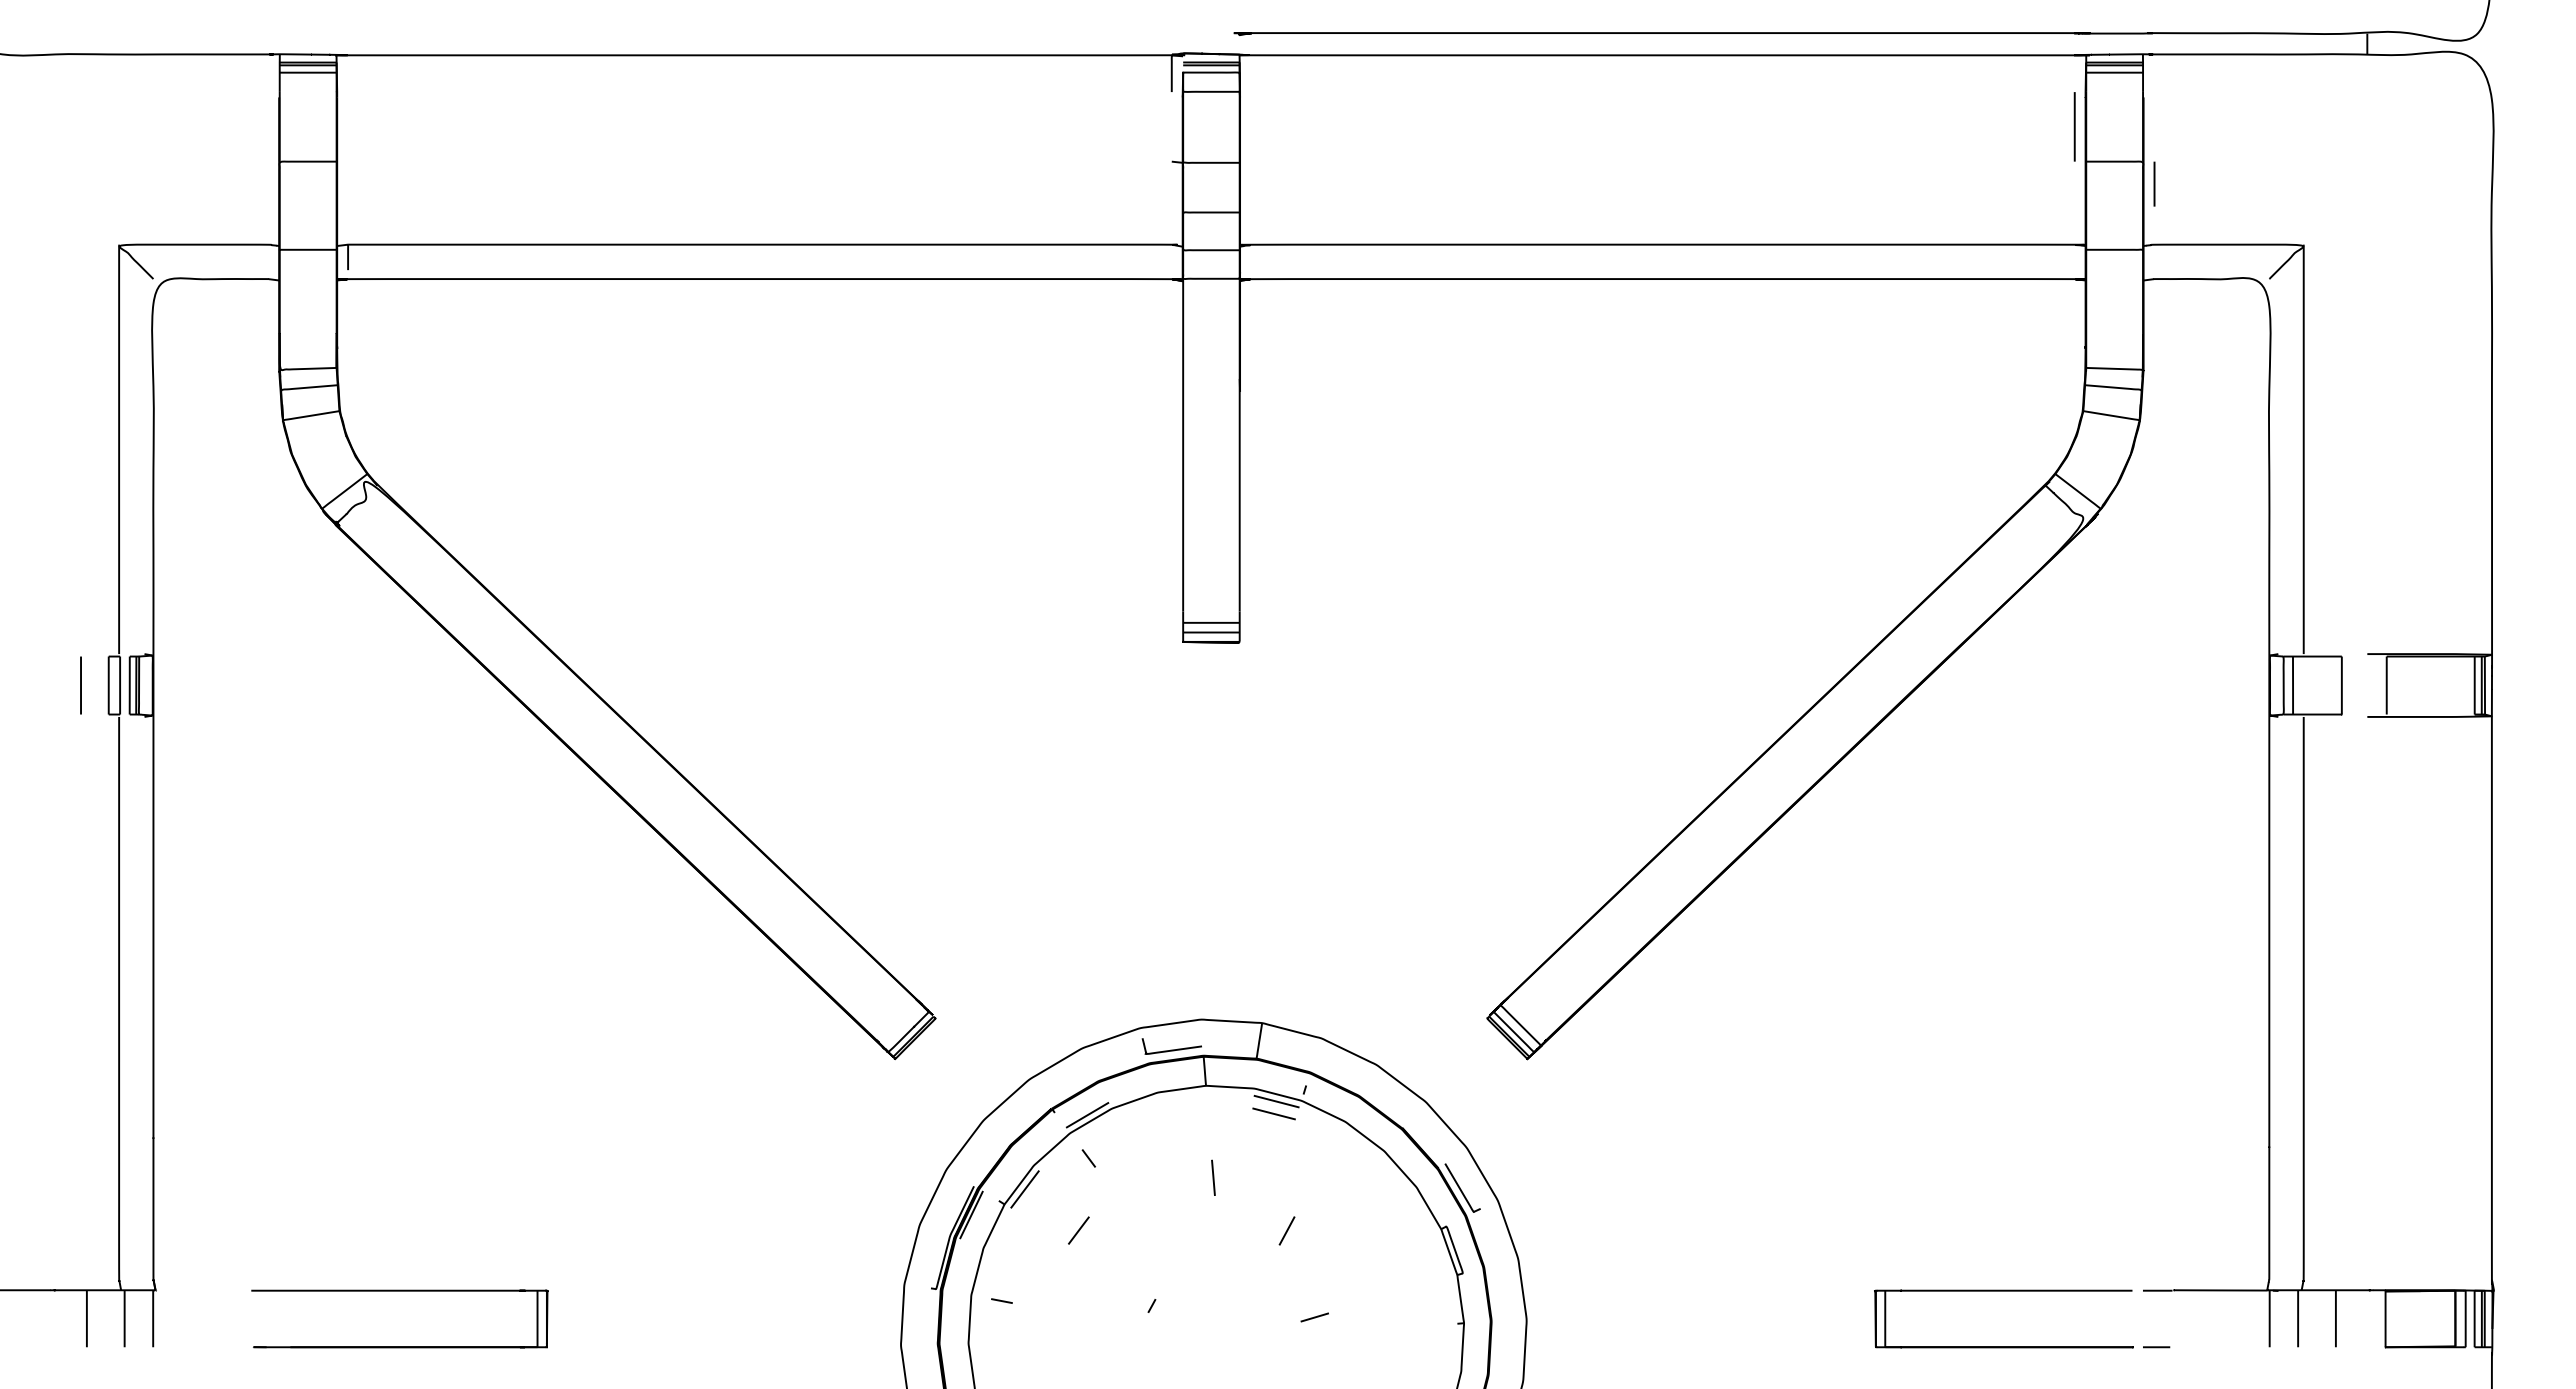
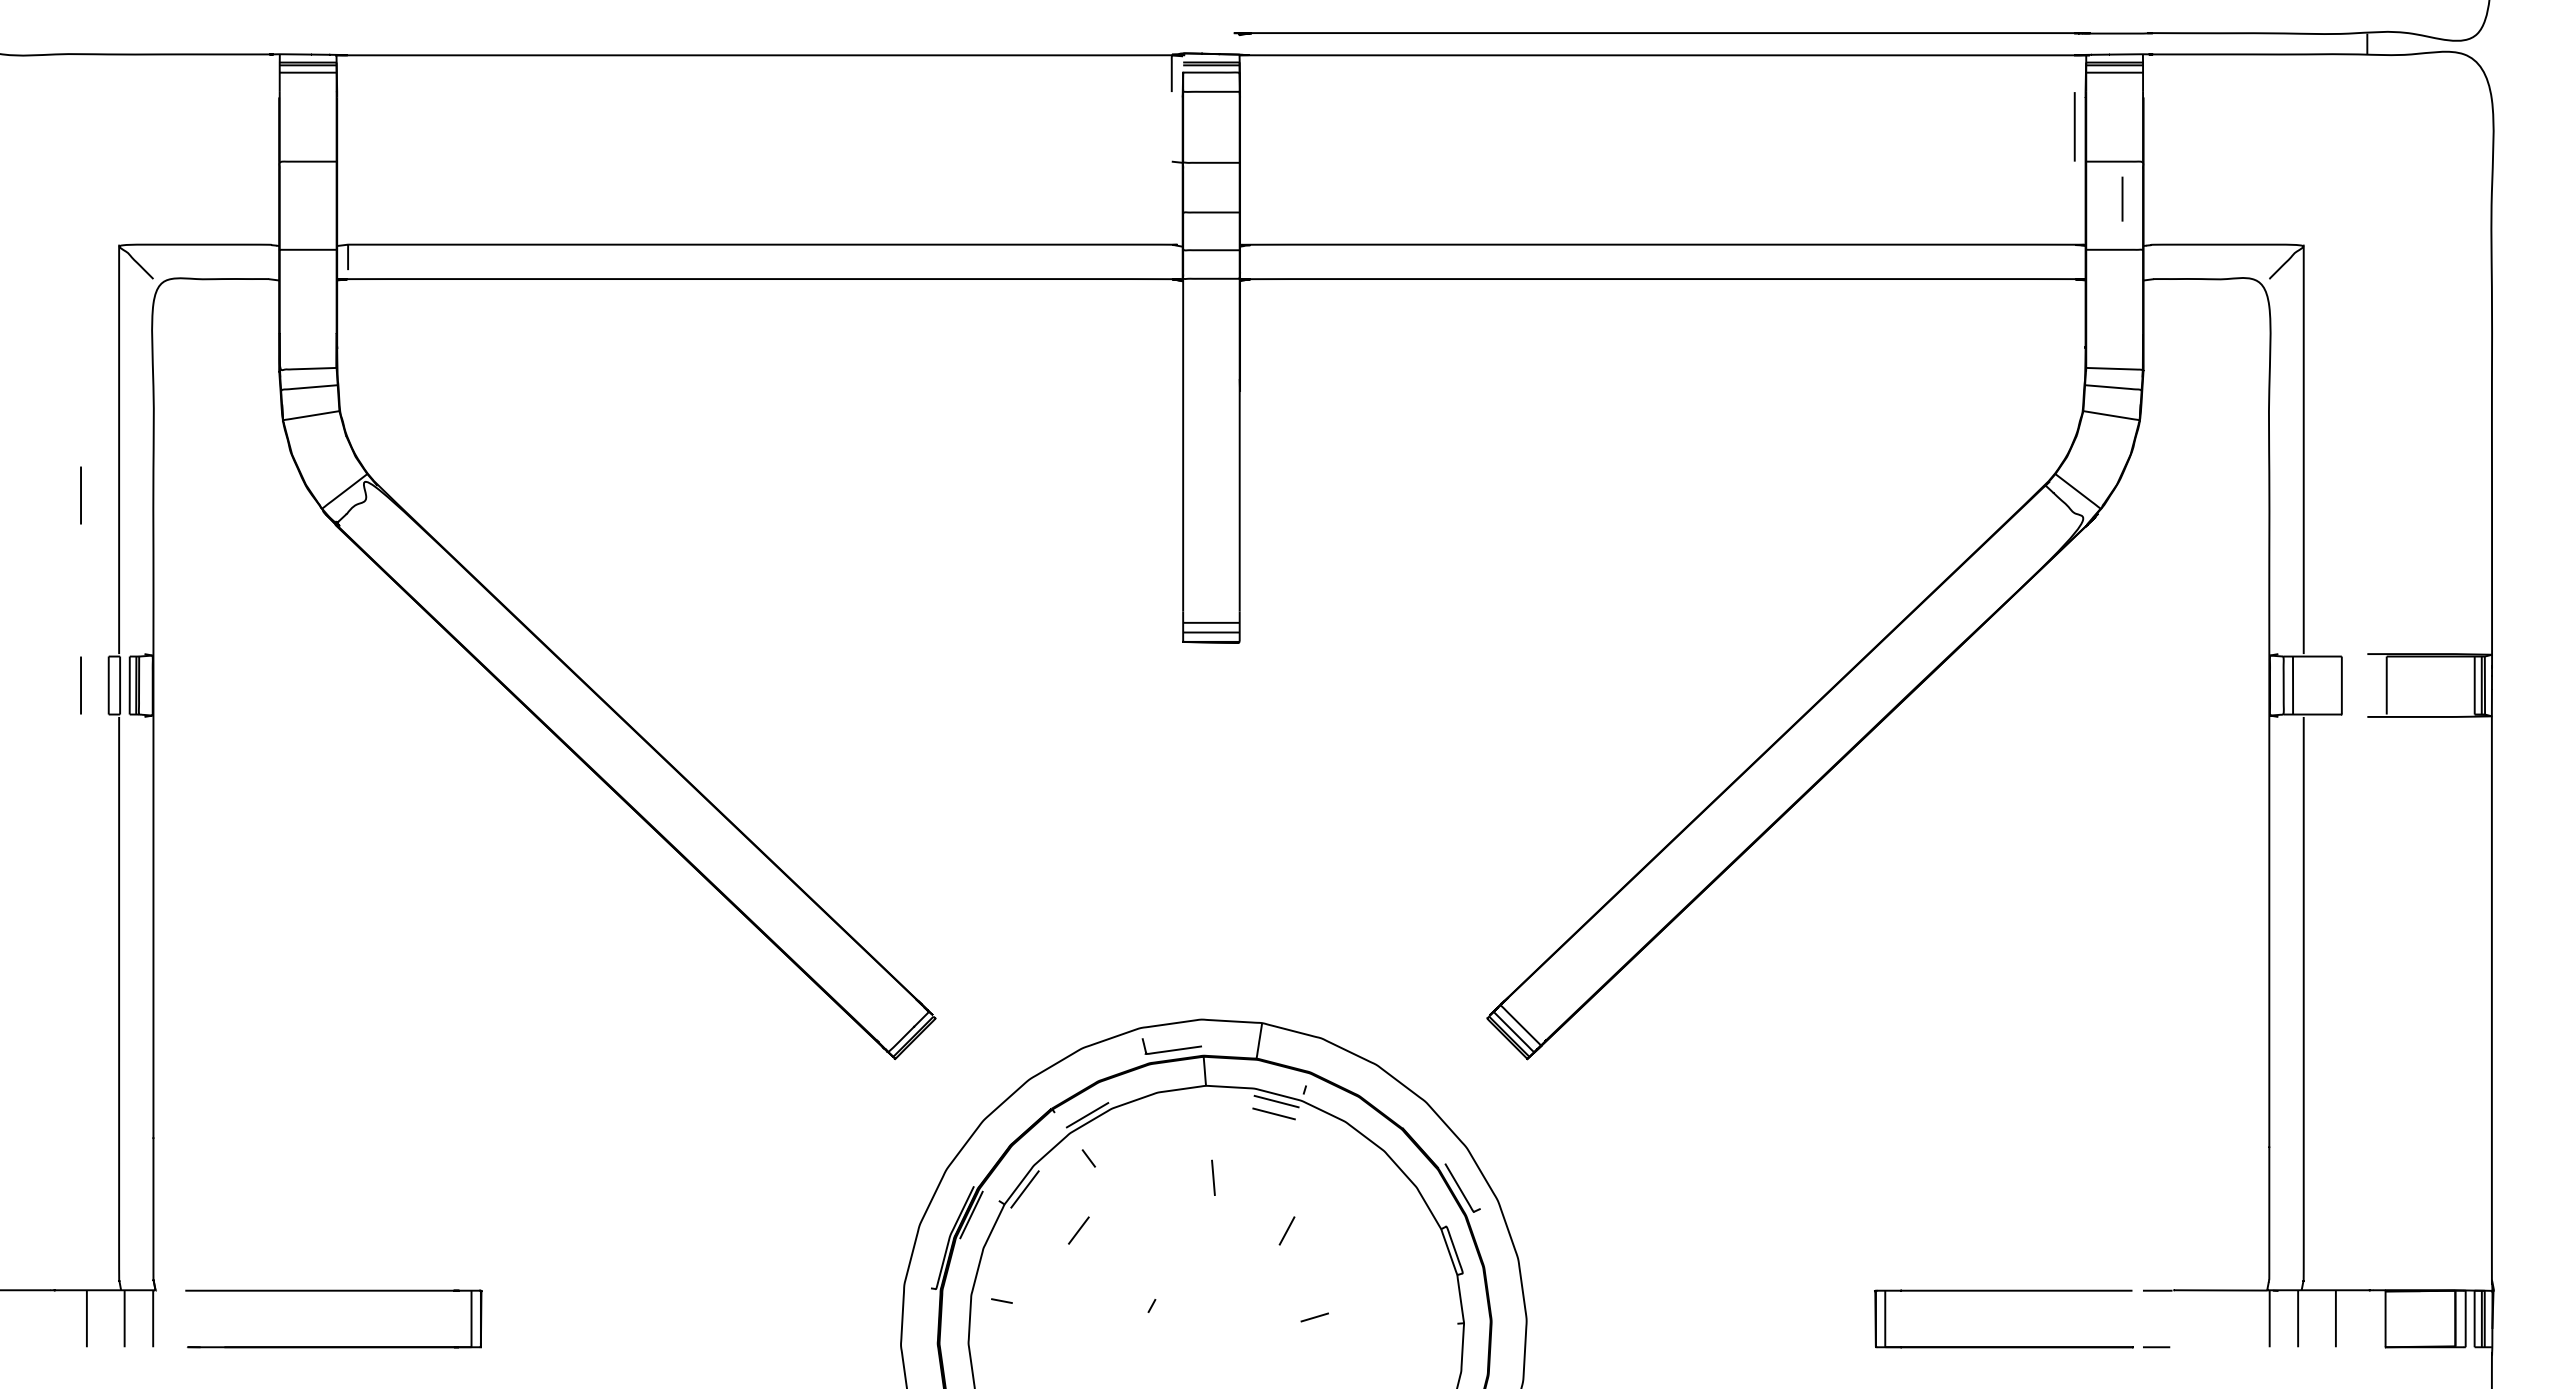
line at (2154, 183) position: (2154, 183) -> (2122, 198)
line at (80, 495): none -> present
part at (399, 1291) position: (399, 1291) -> (333, 1291)
